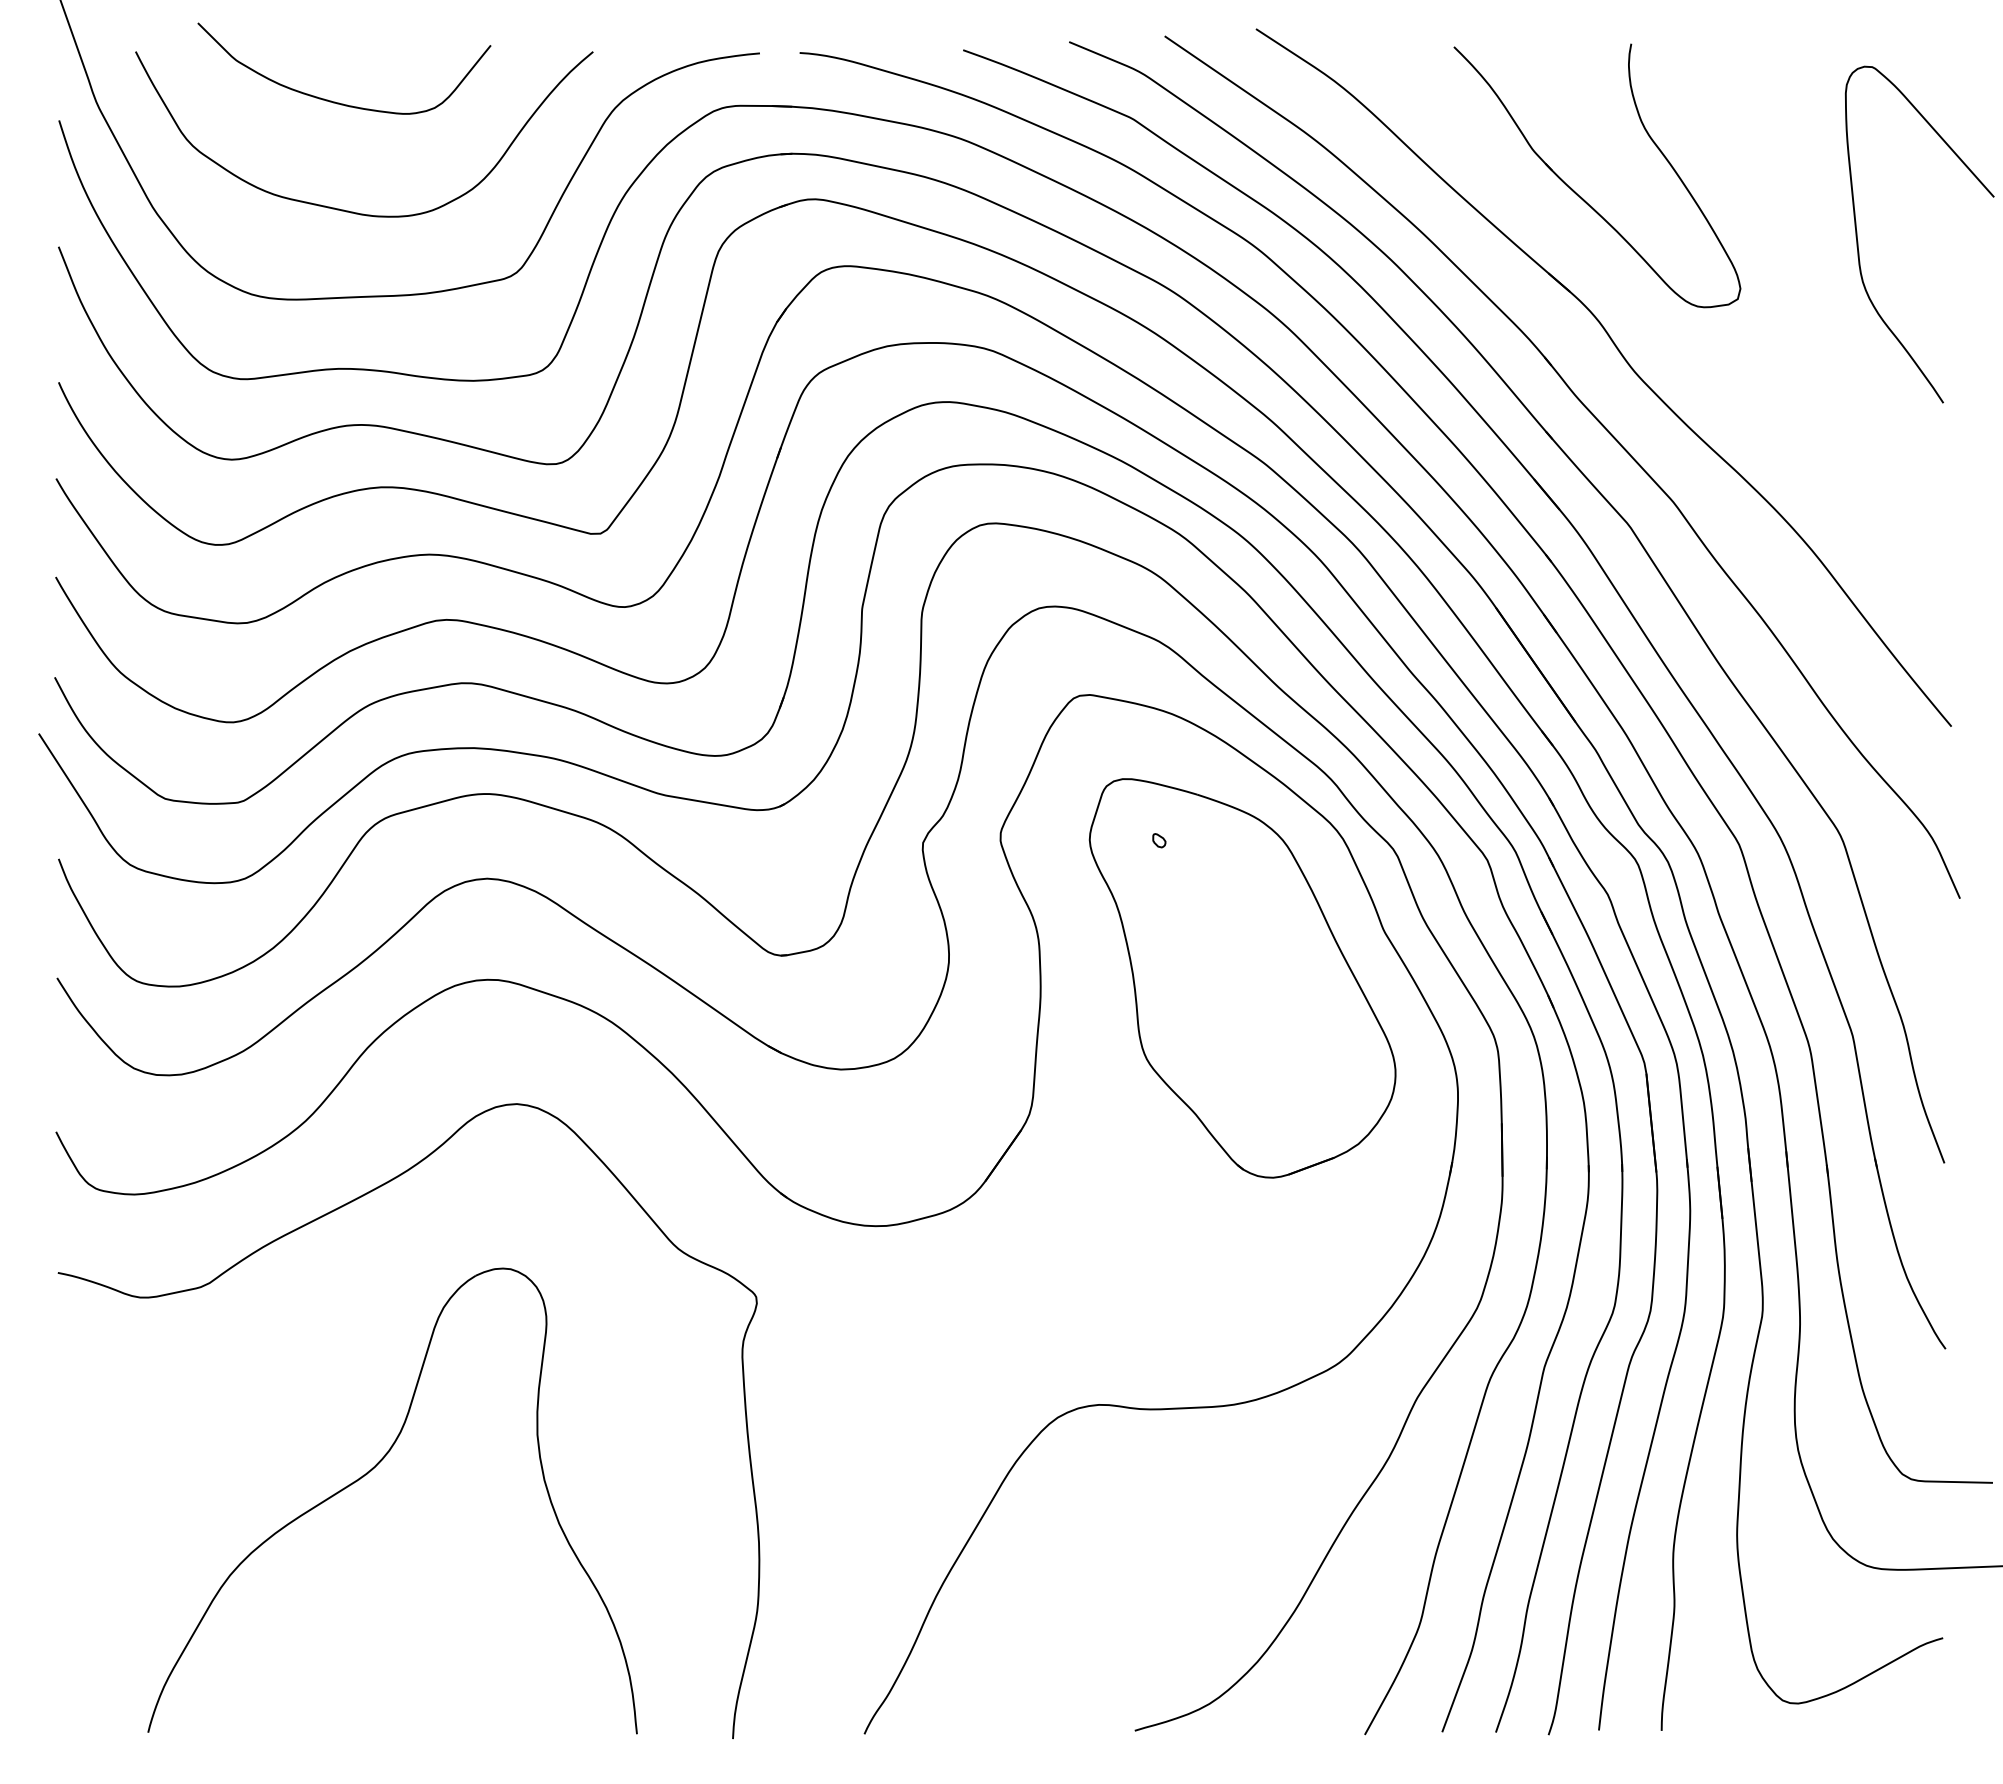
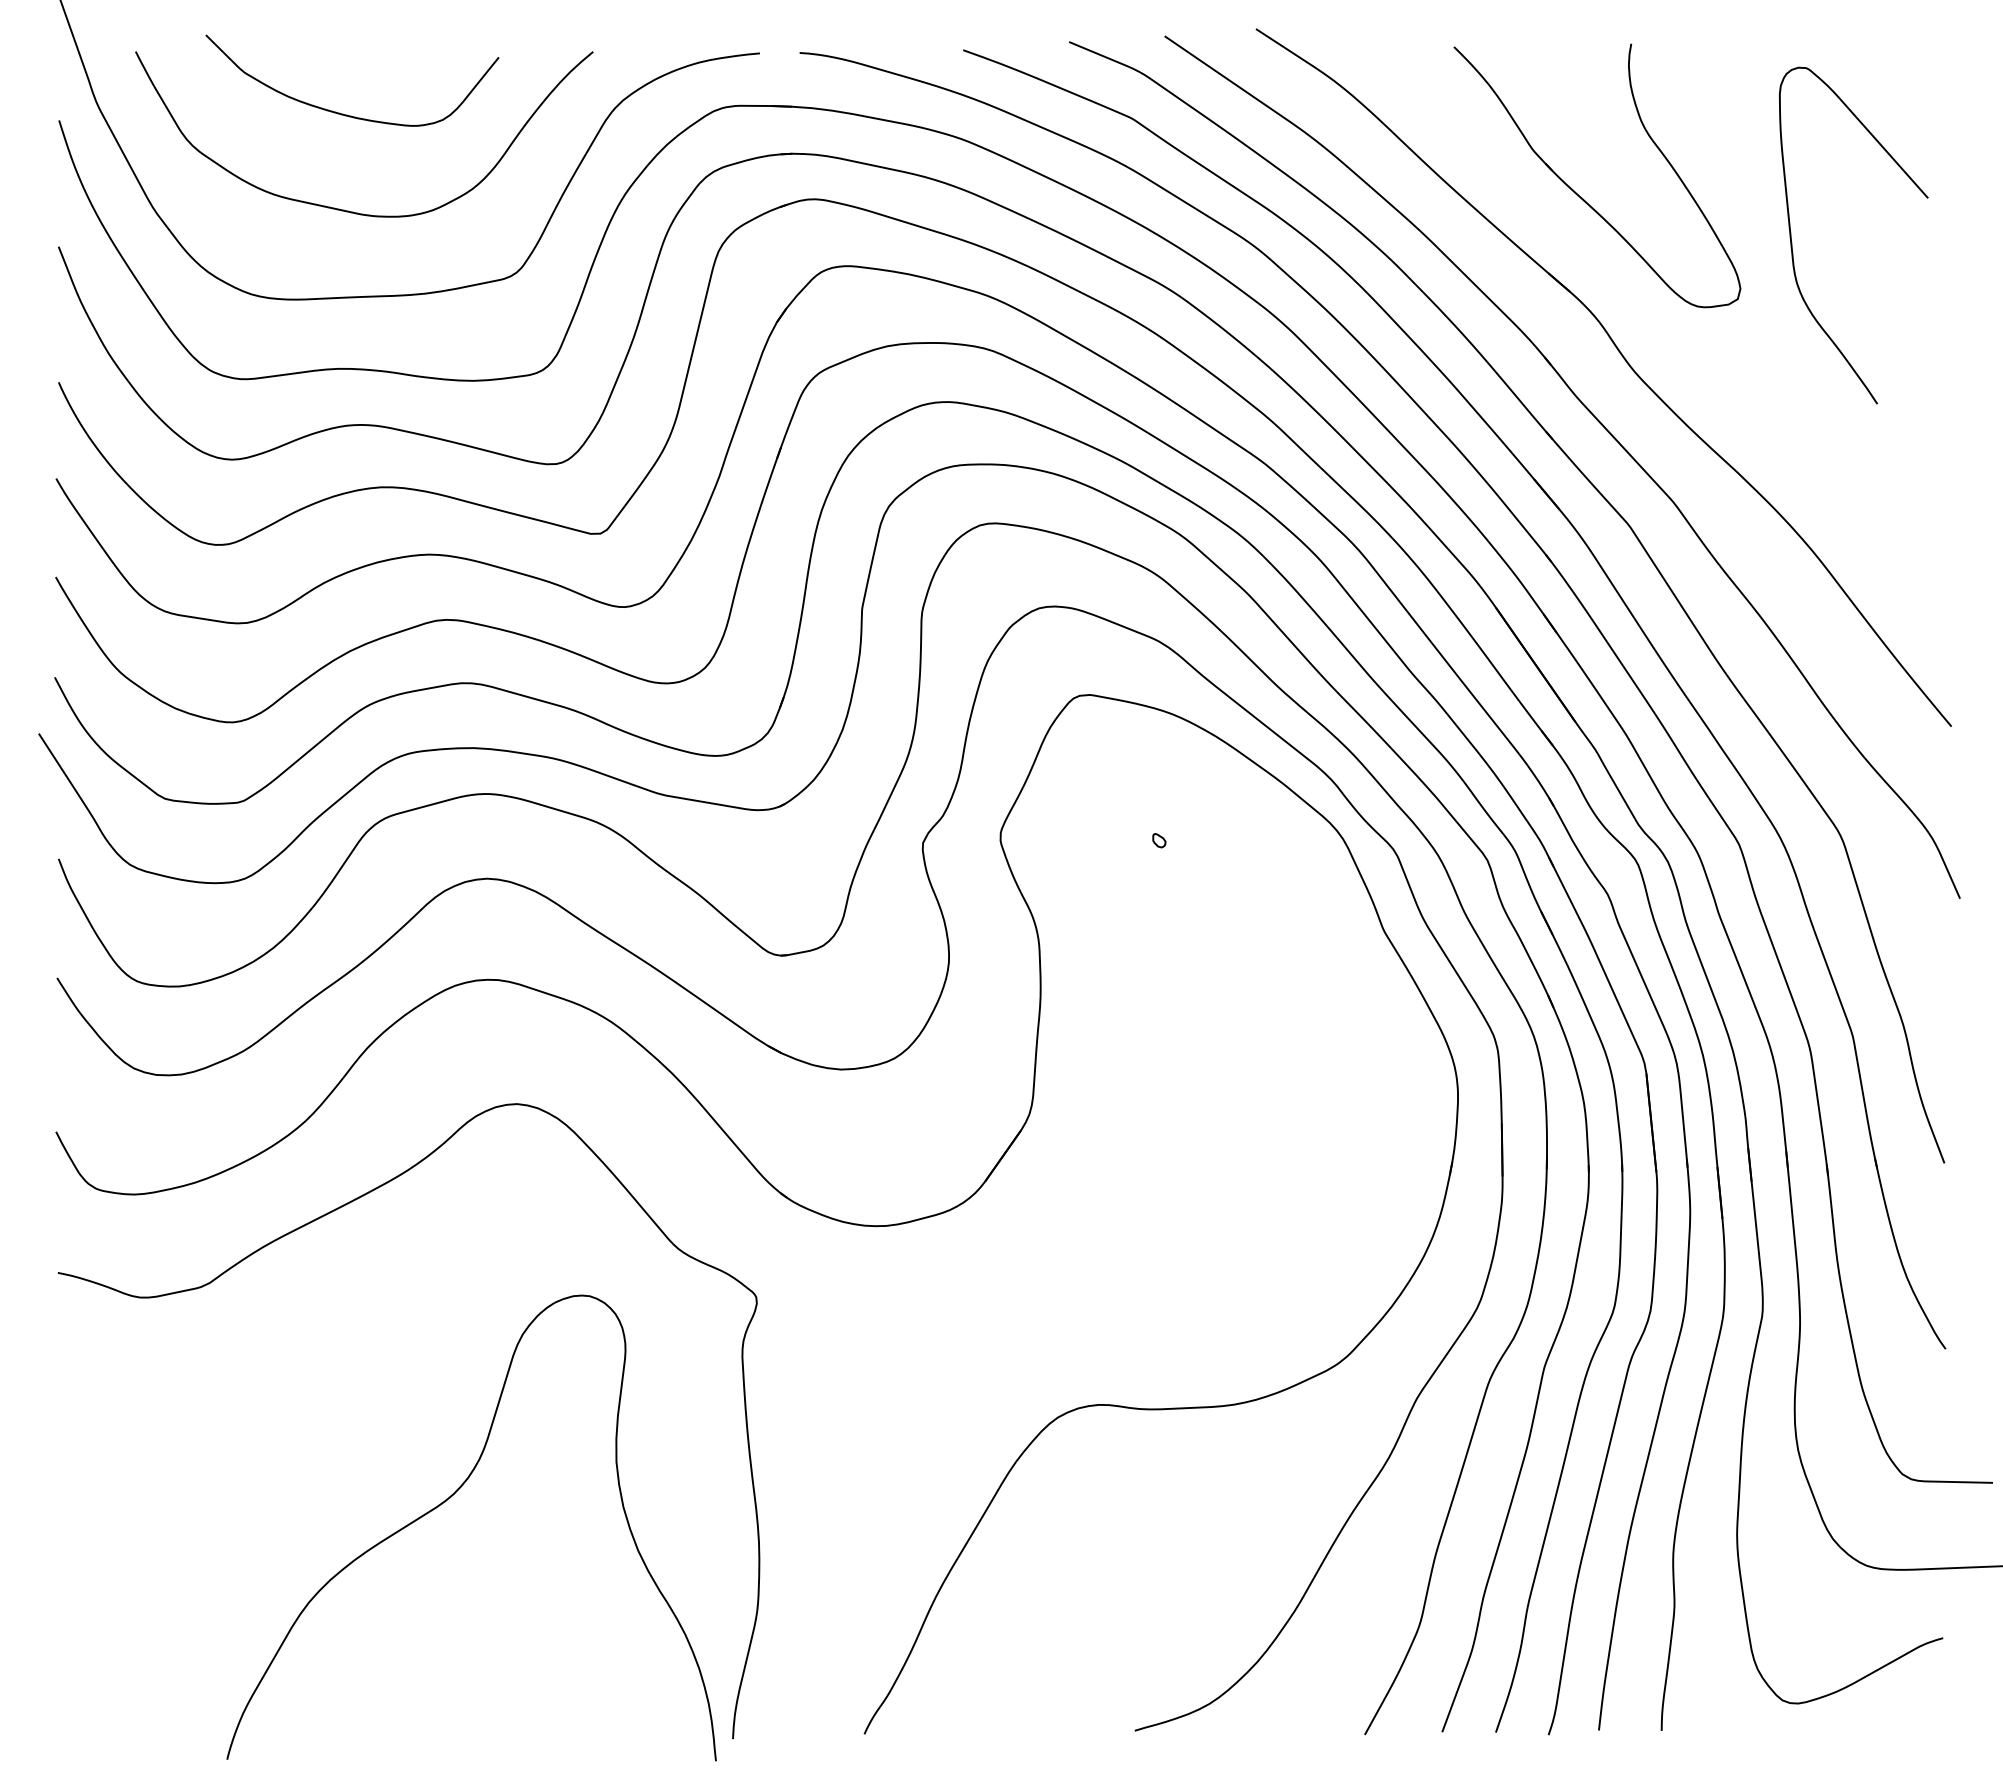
curve at (335, 101) position: (335, 101) -> (343, 113)
curve at (1858, 241) position: (1858, 241) -> (1792, 242)
part at (1242, 978): present -> none
part at (371, 1471) position: (371, 1471) -> (450, 1498)
